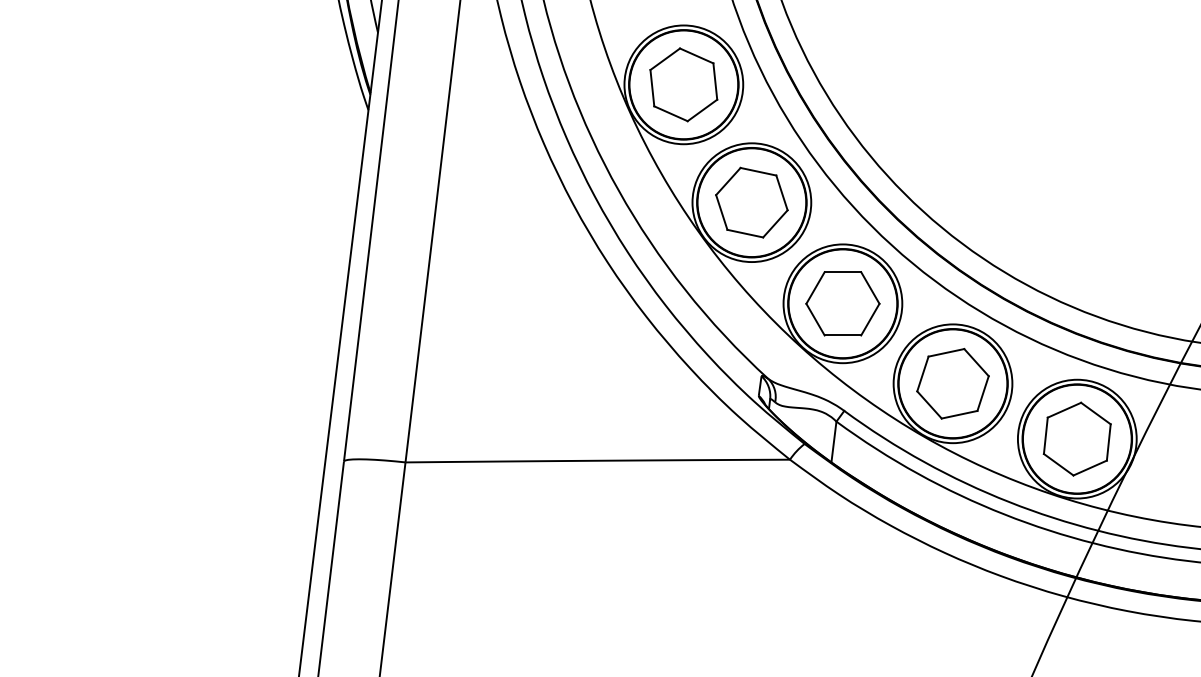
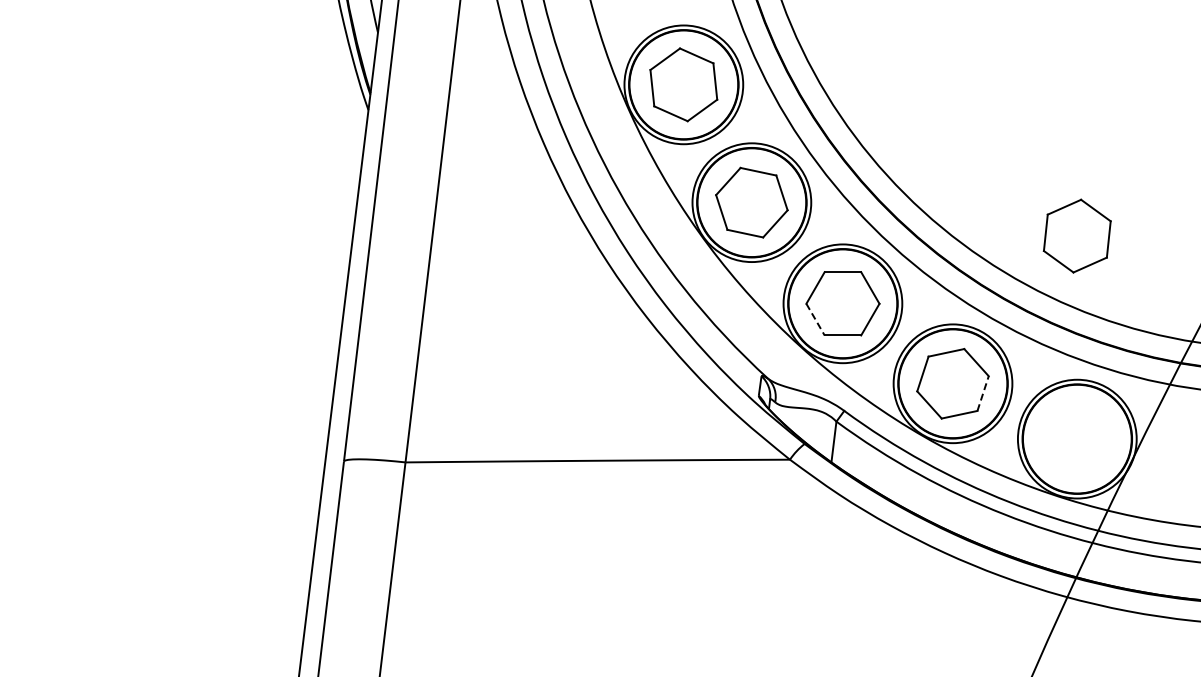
line at (815, 320): solid -> dashed
line at (983, 393): solid -> dashed
part at (1076, 438) position: (1076, 438) -> (1076, 235)
